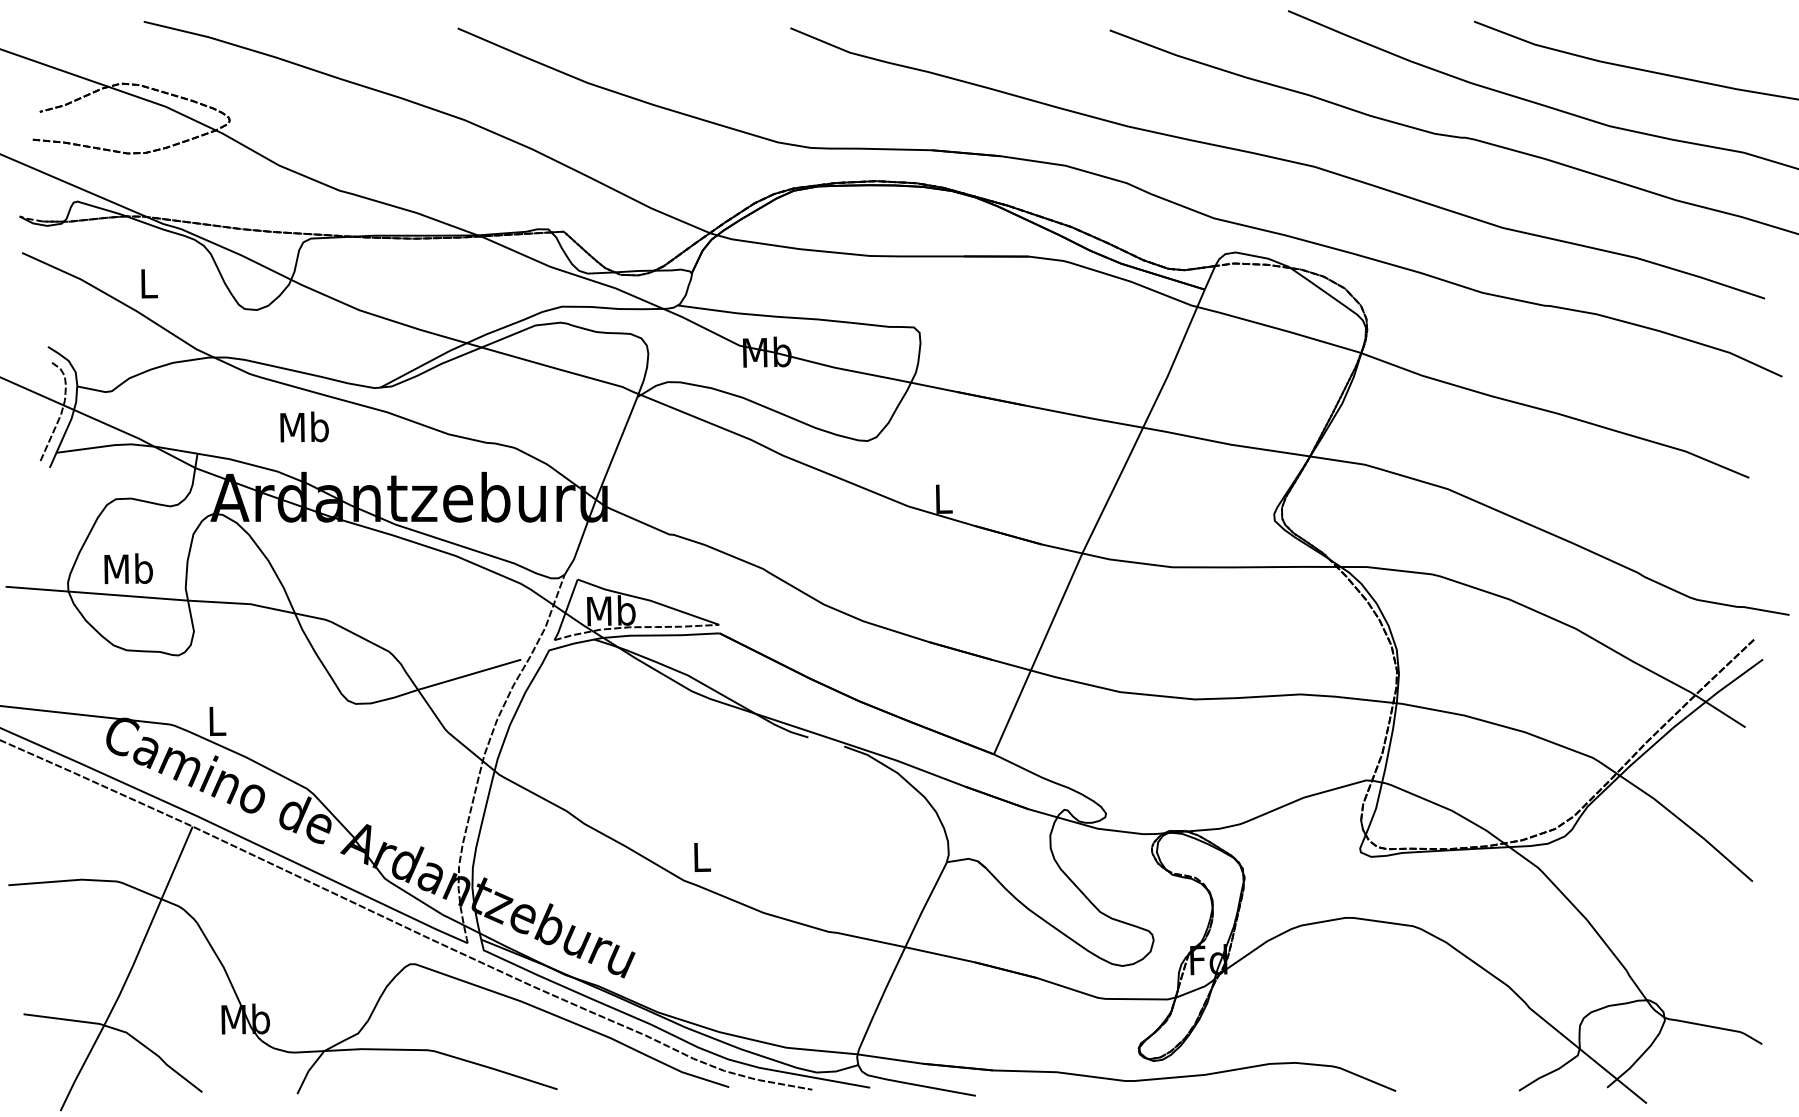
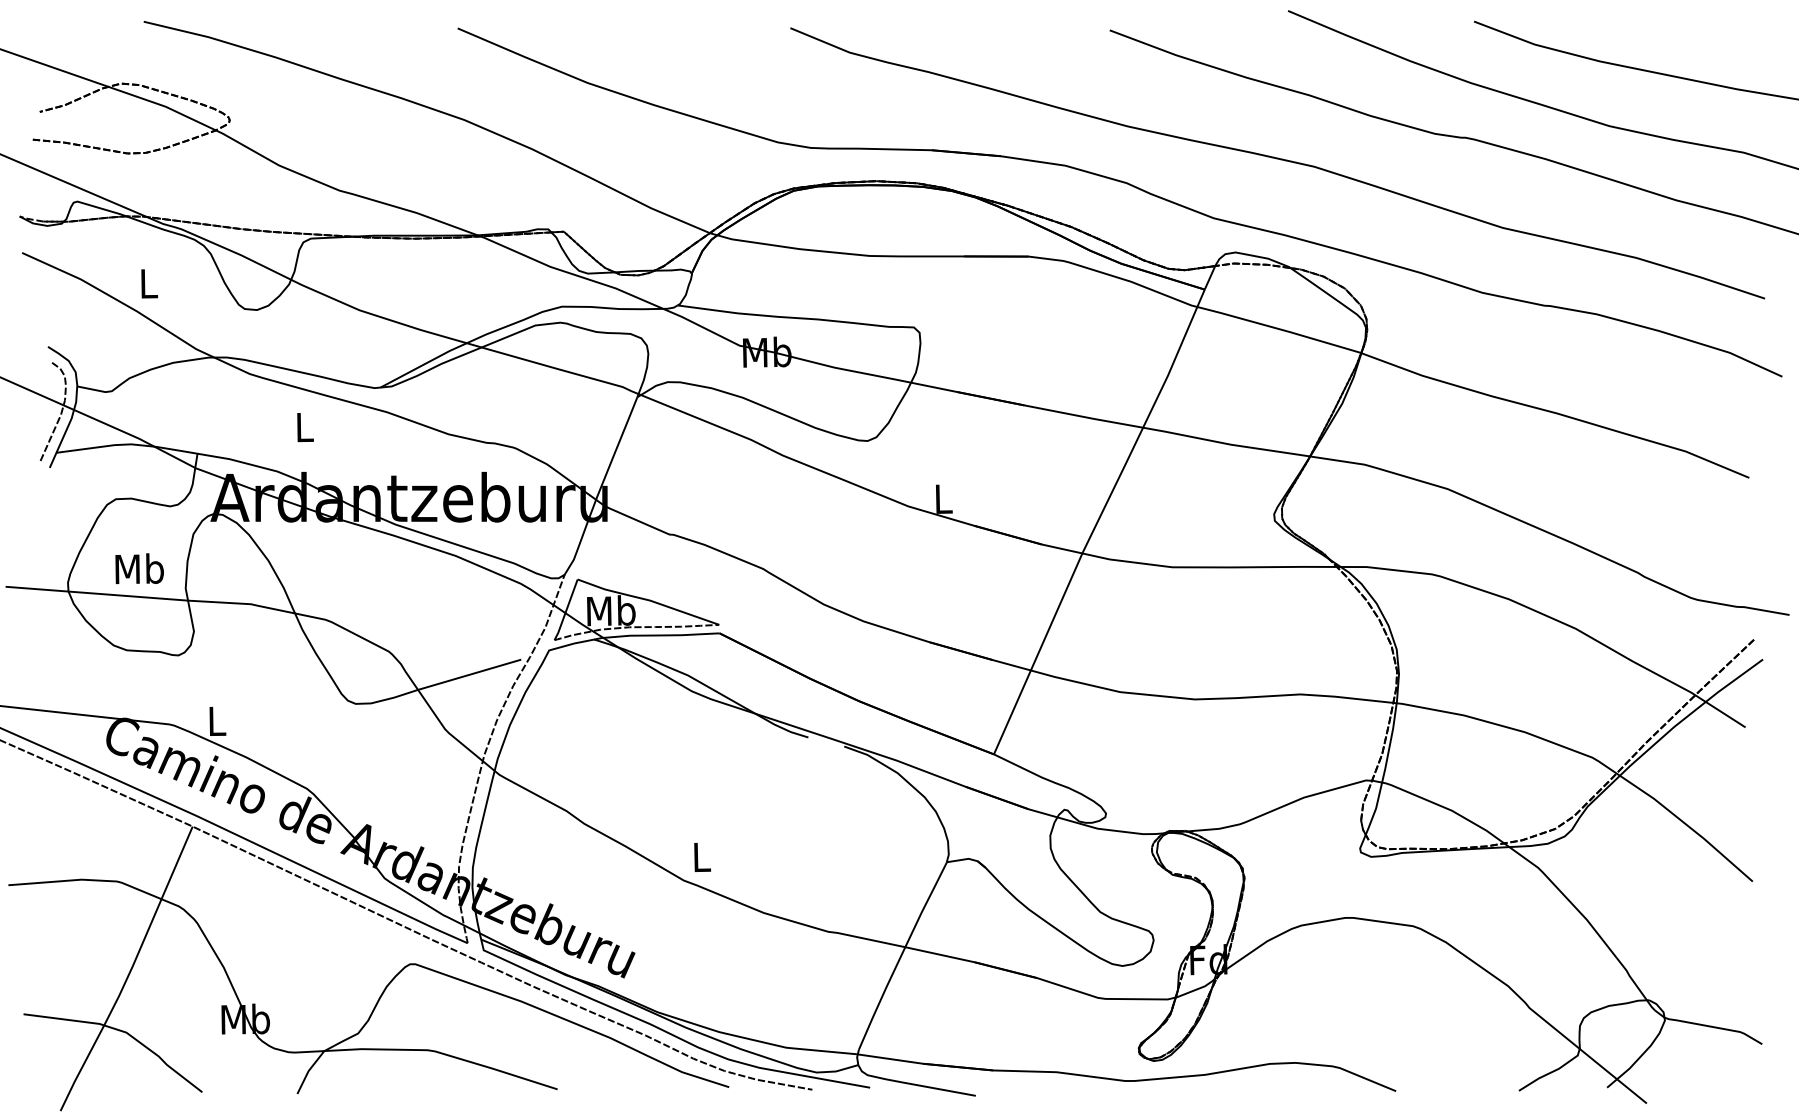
text at (304, 426): Mb -> L
text at (128, 568) position: (128, 568) -> (139, 568)
